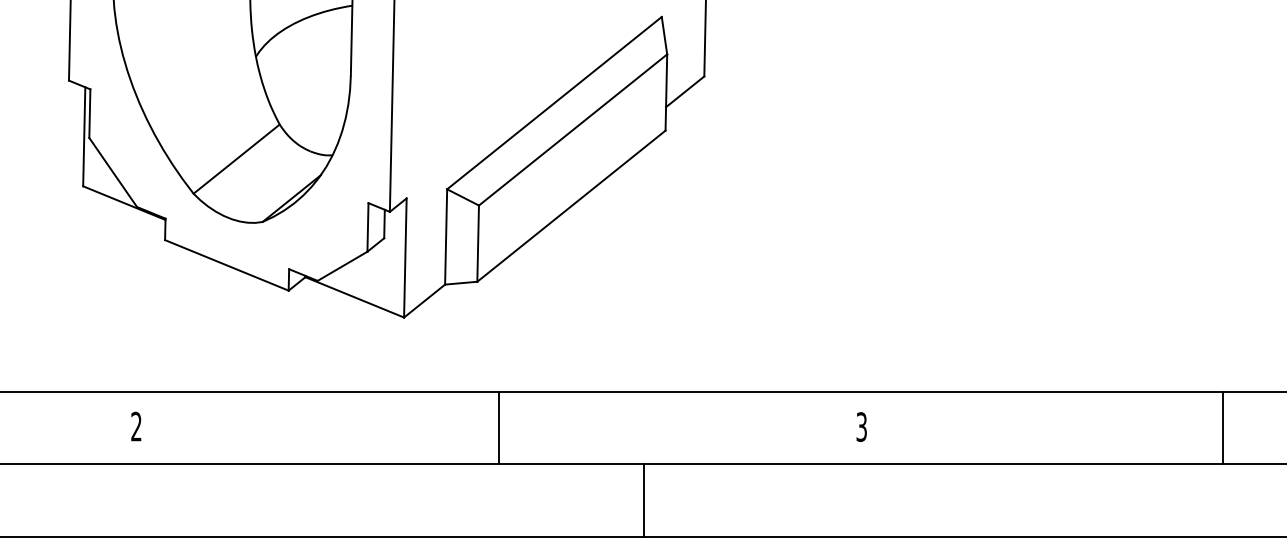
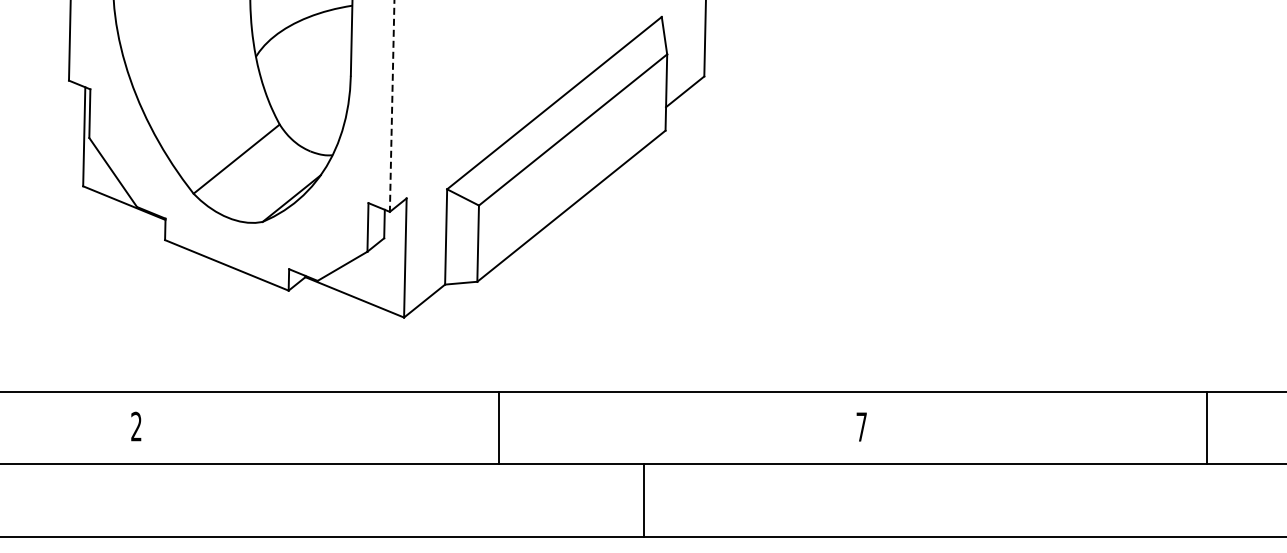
line at (392, 106): solid -> dashed
text at (861, 427): 3 -> 7
line at (1222, 427) position: (1222, 427) -> (1206, 427)
